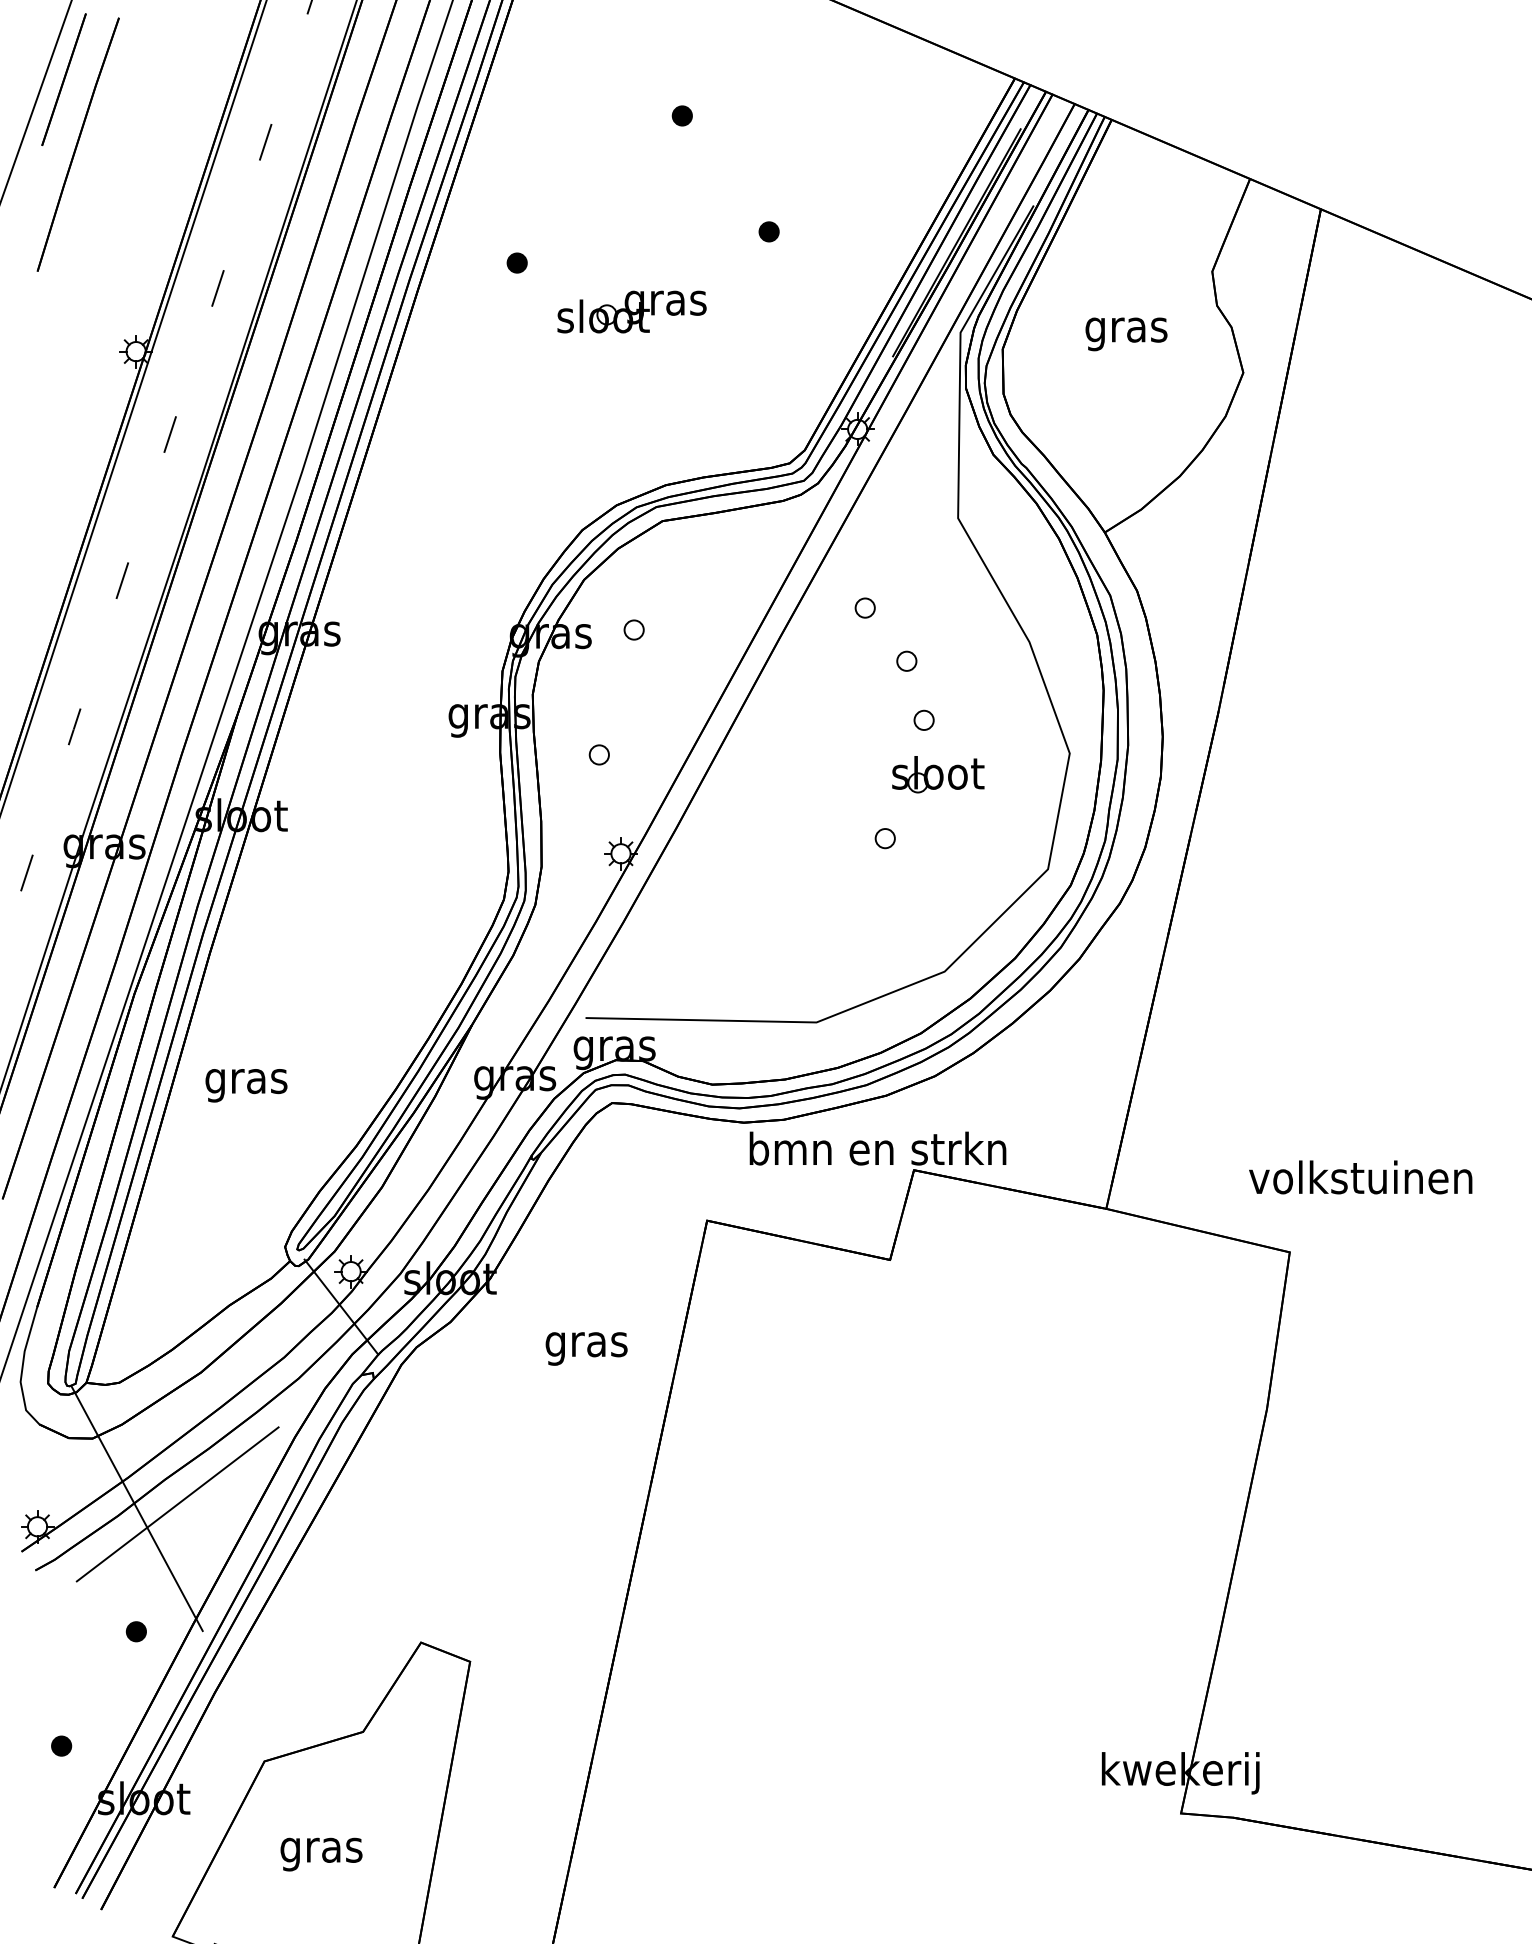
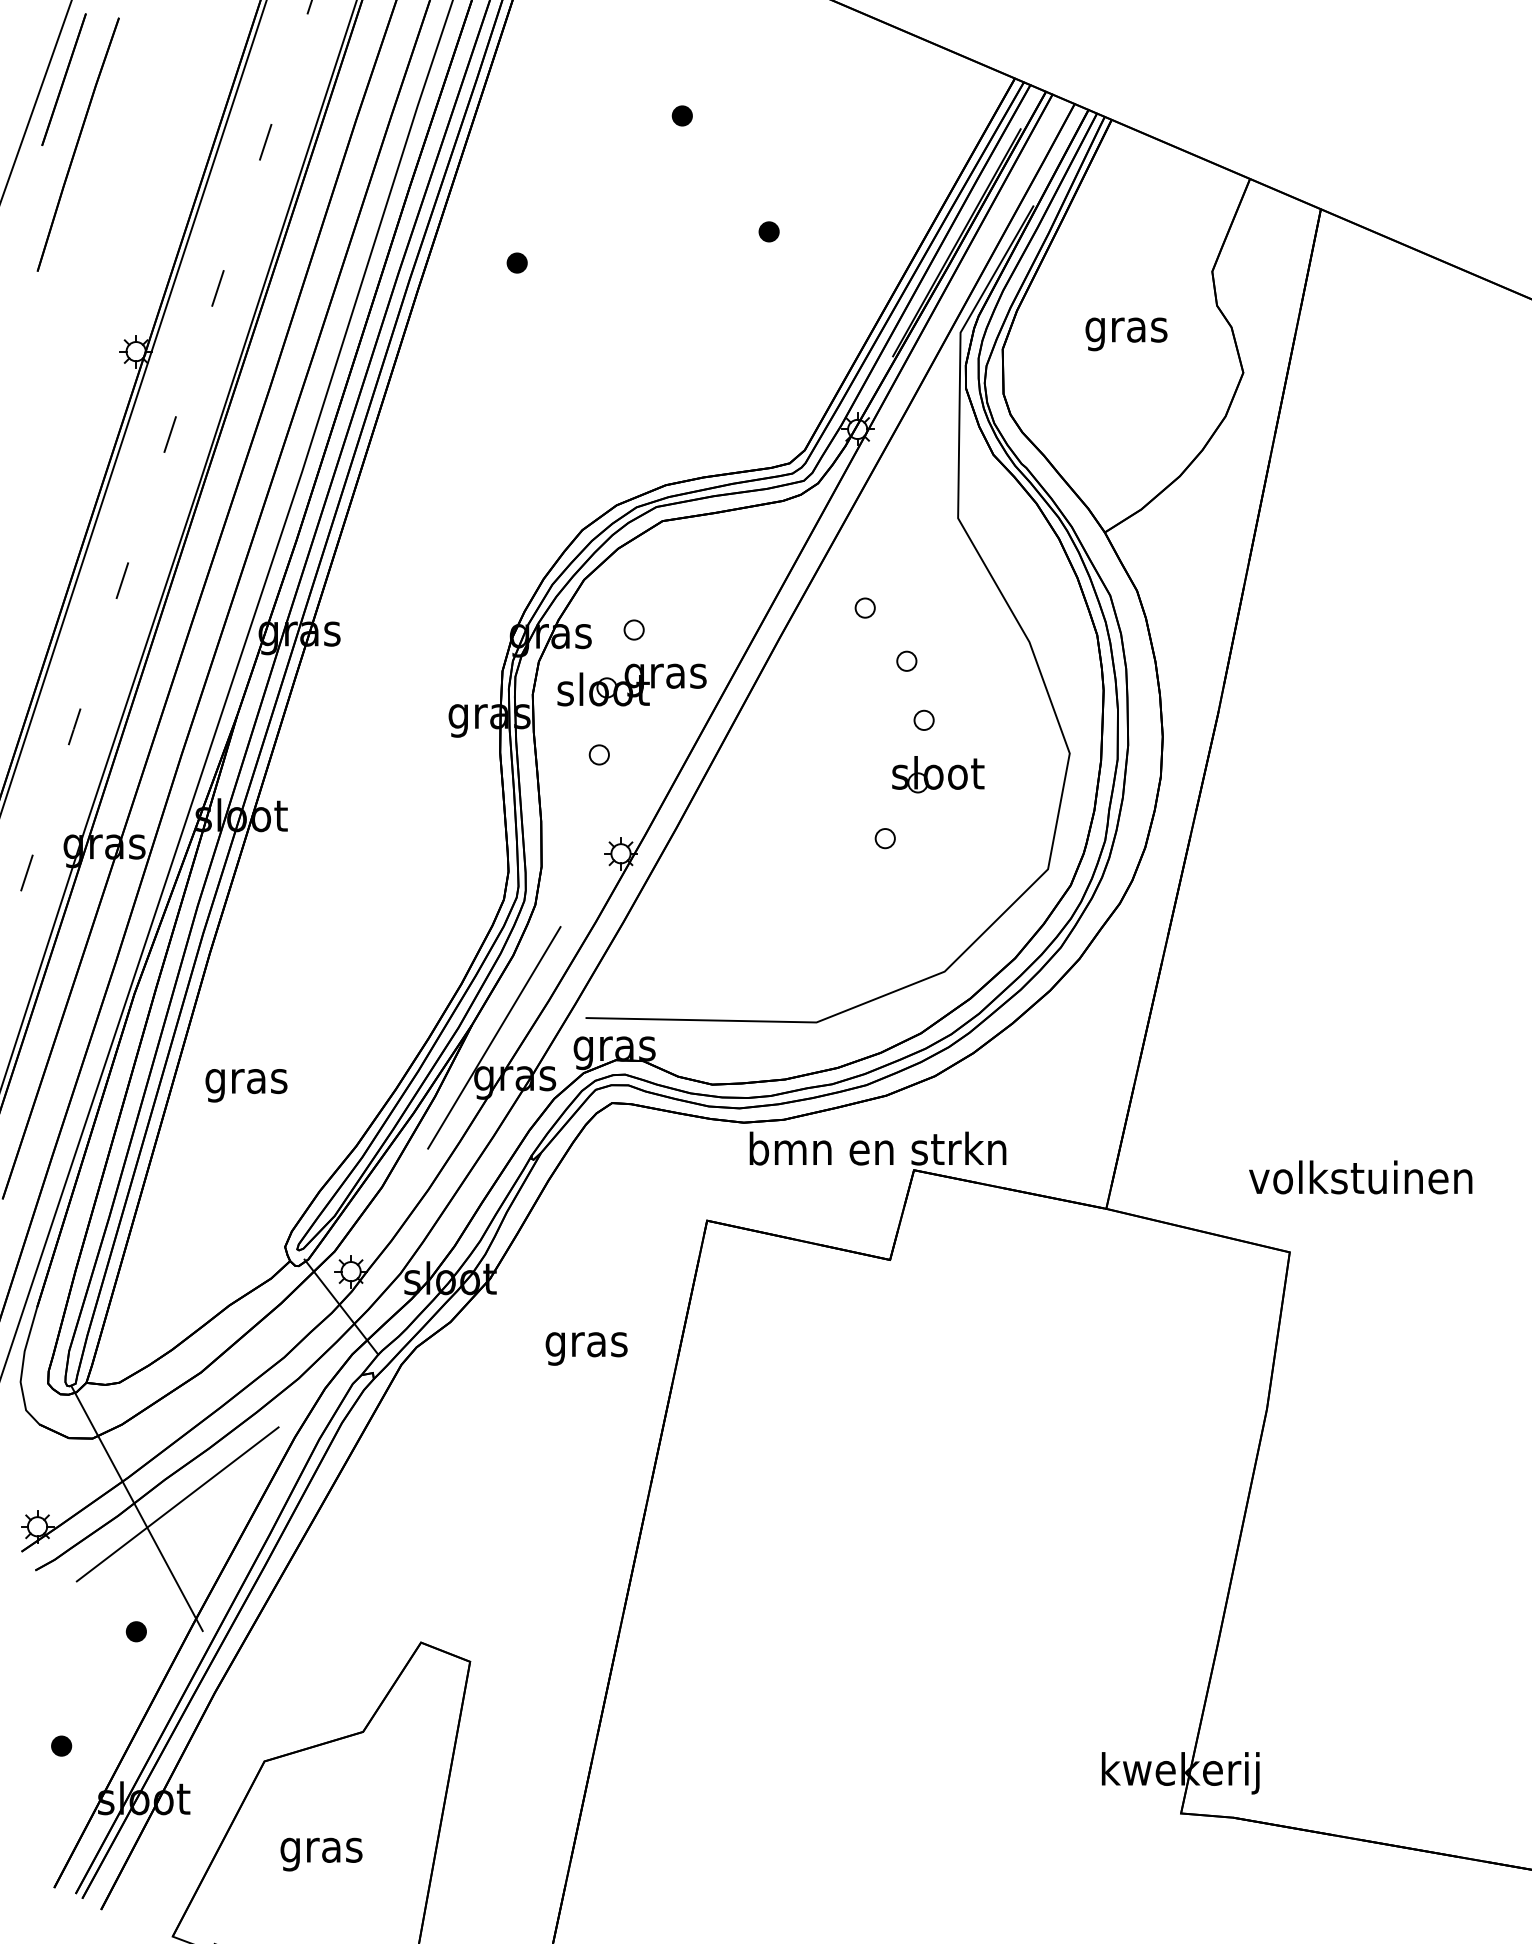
part at (631, 311) position: (631, 311) -> (631, 684)
line at (494, 1037): none -> present
